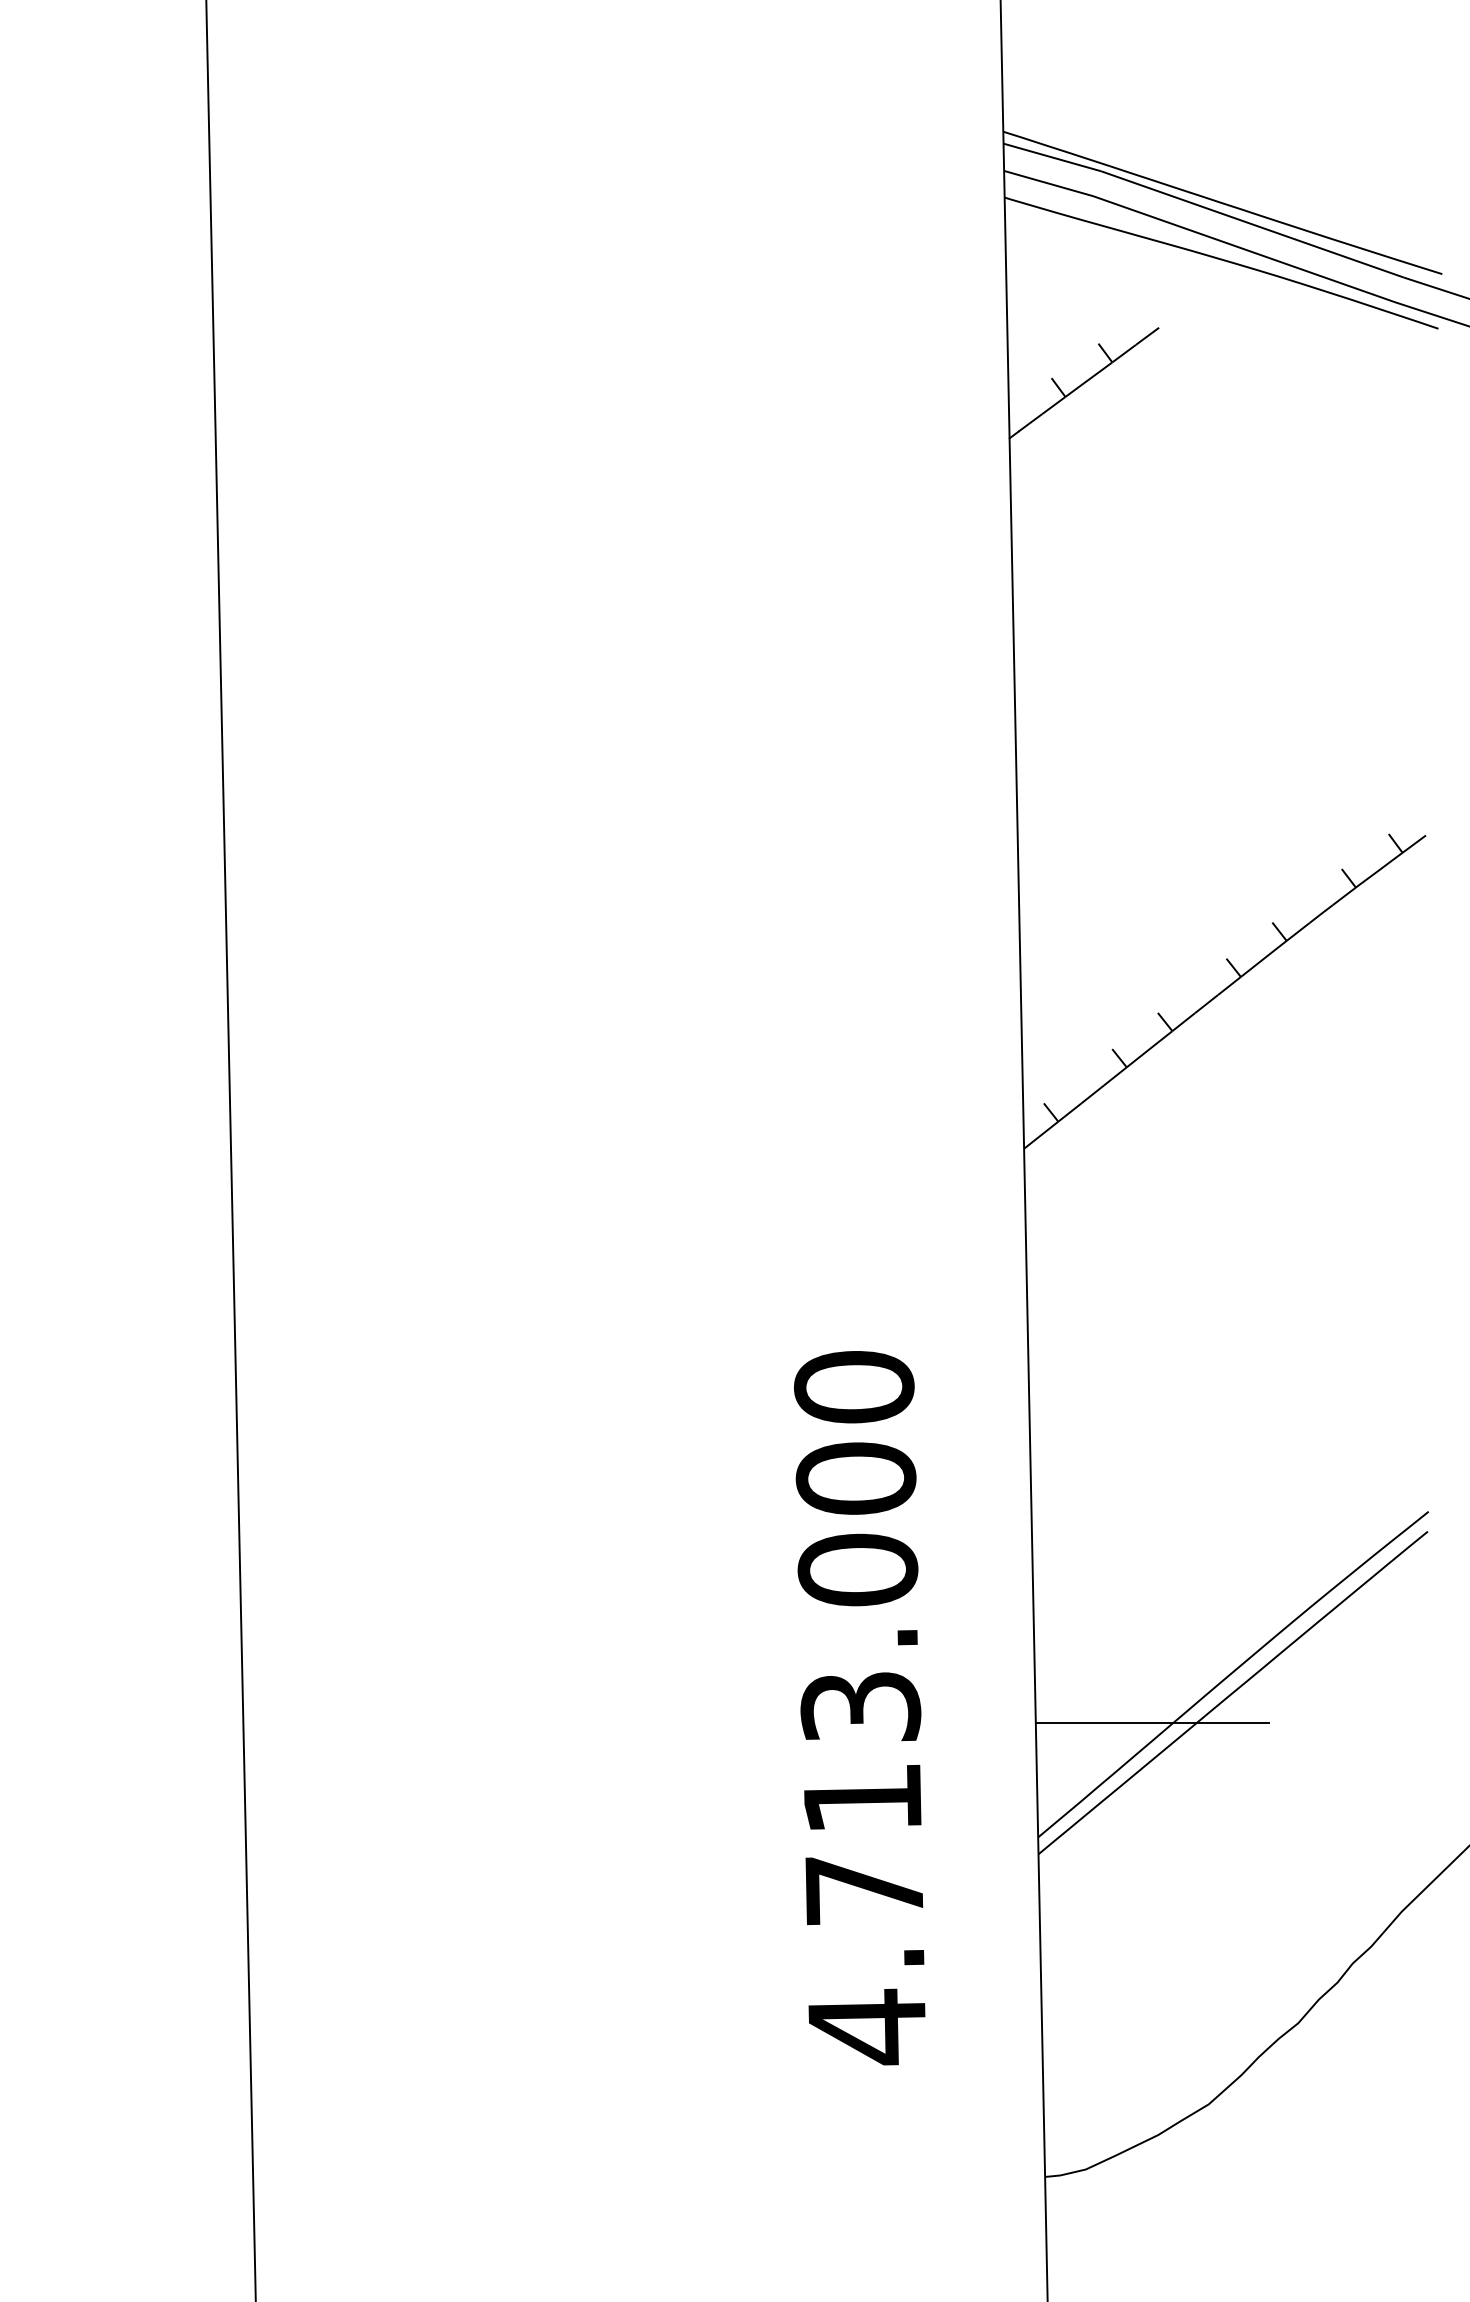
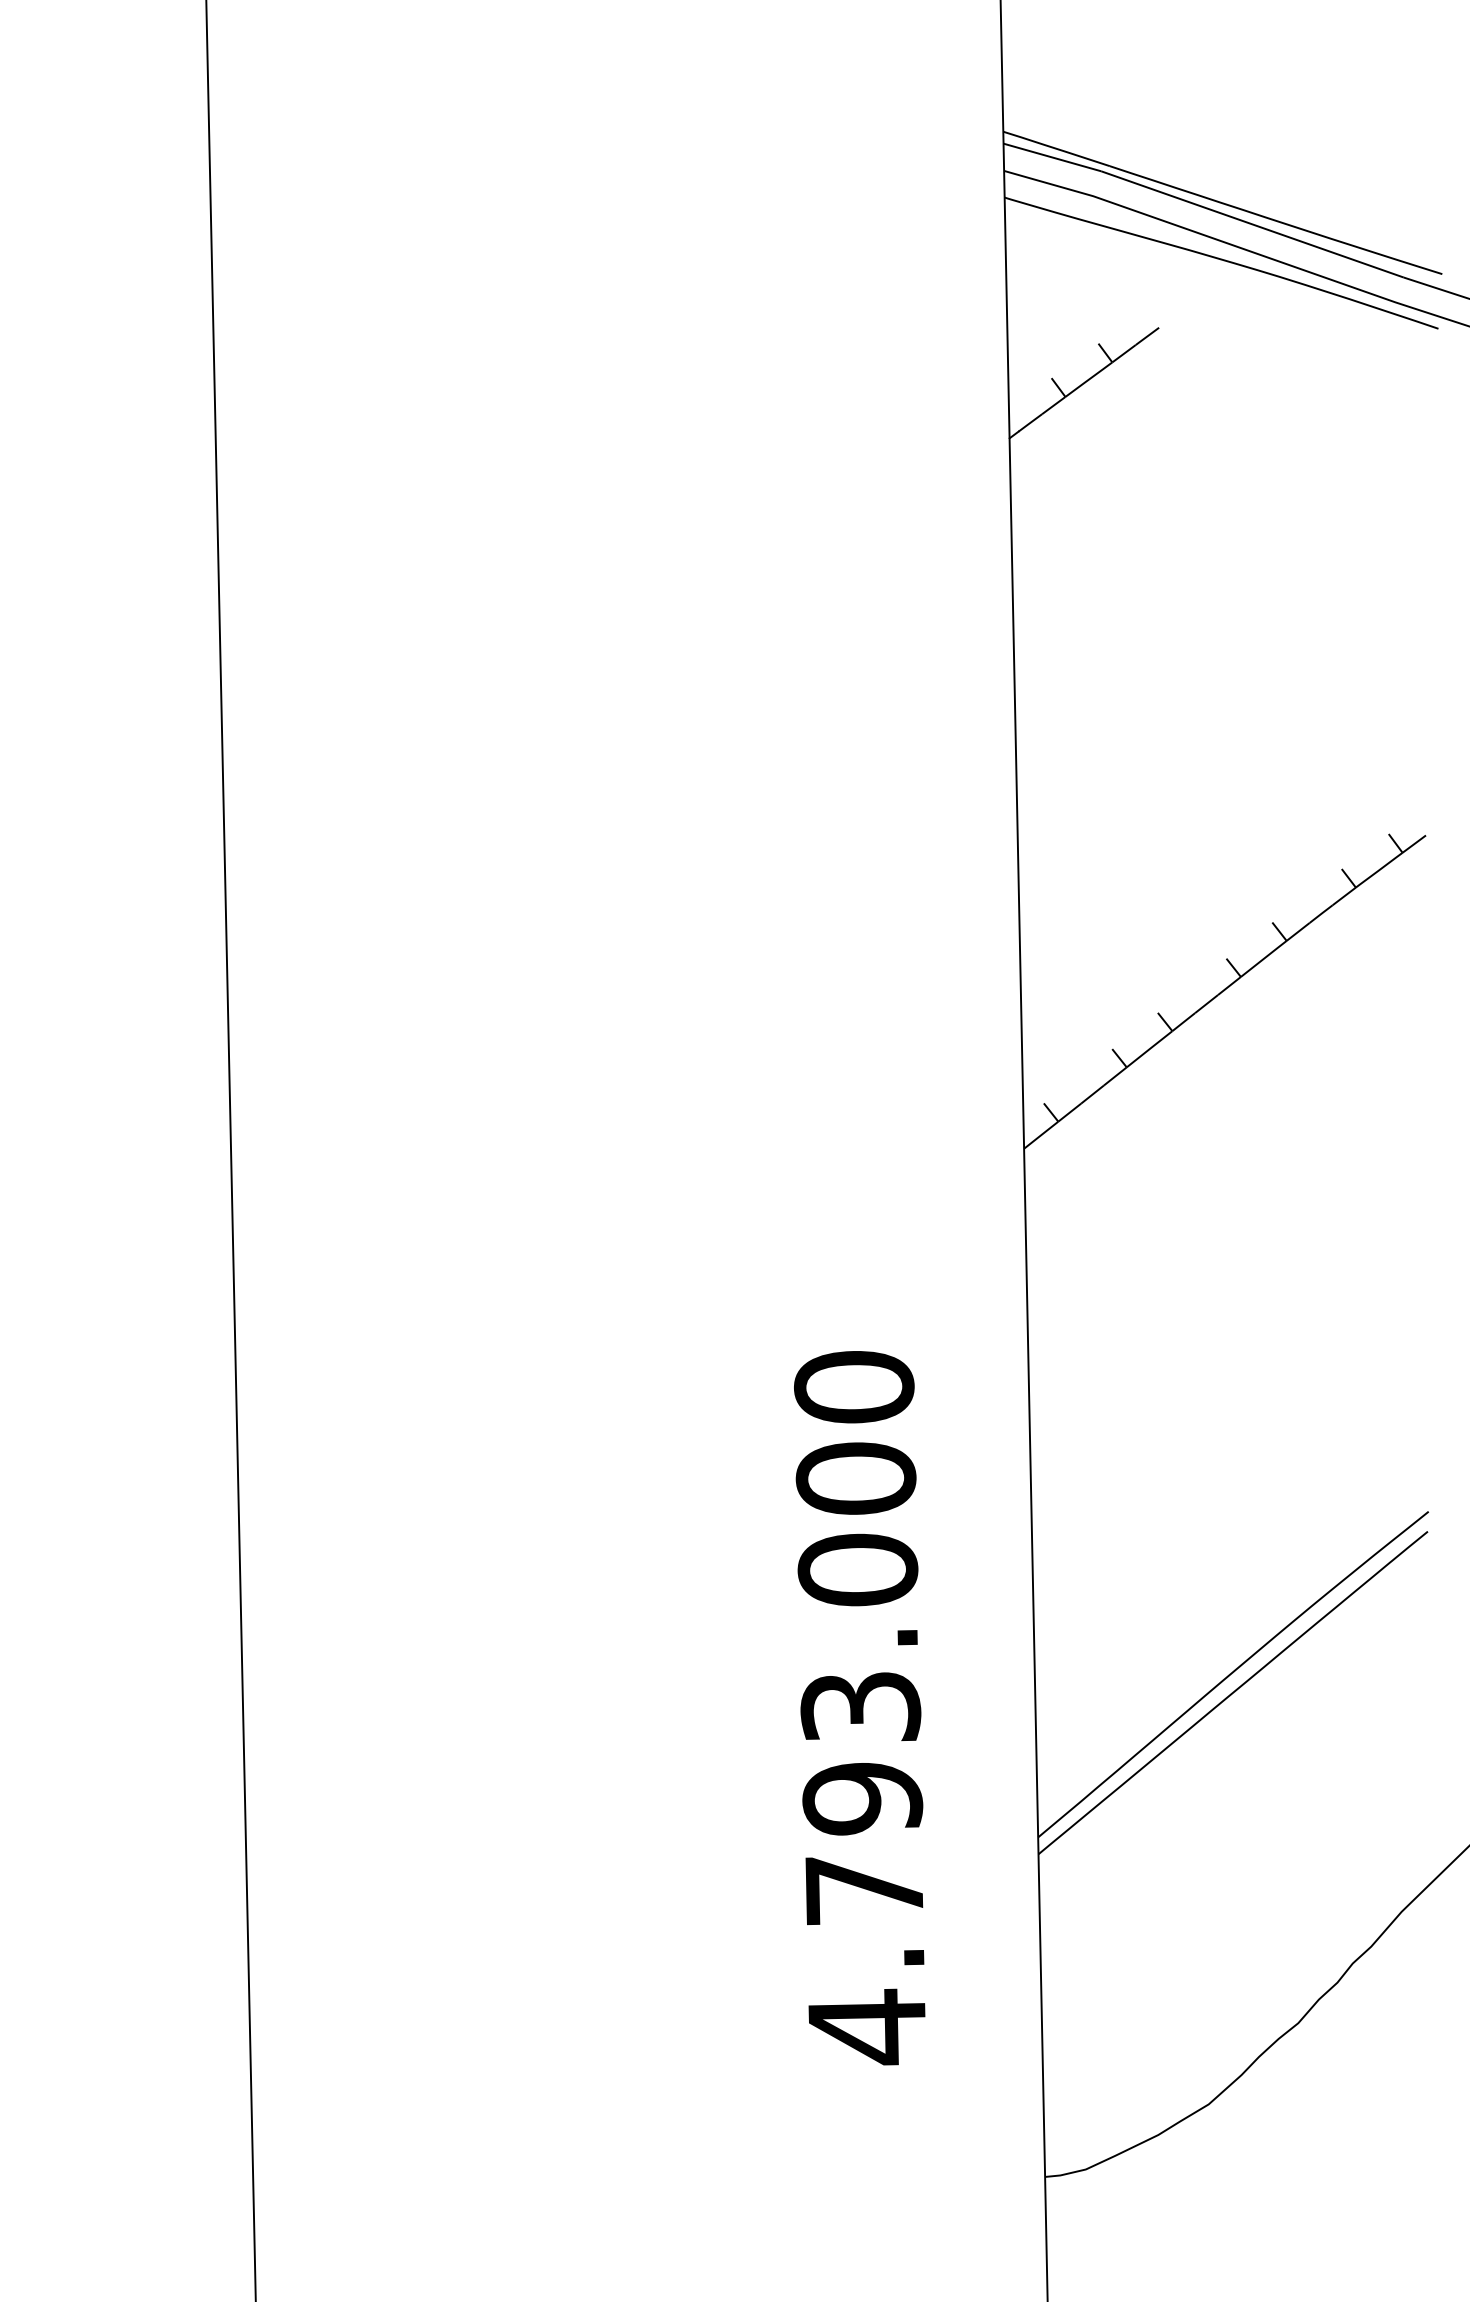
line at (1151, 1722): present -> none
text at (862, 1799): 4.713.000 -> 4.793.000
